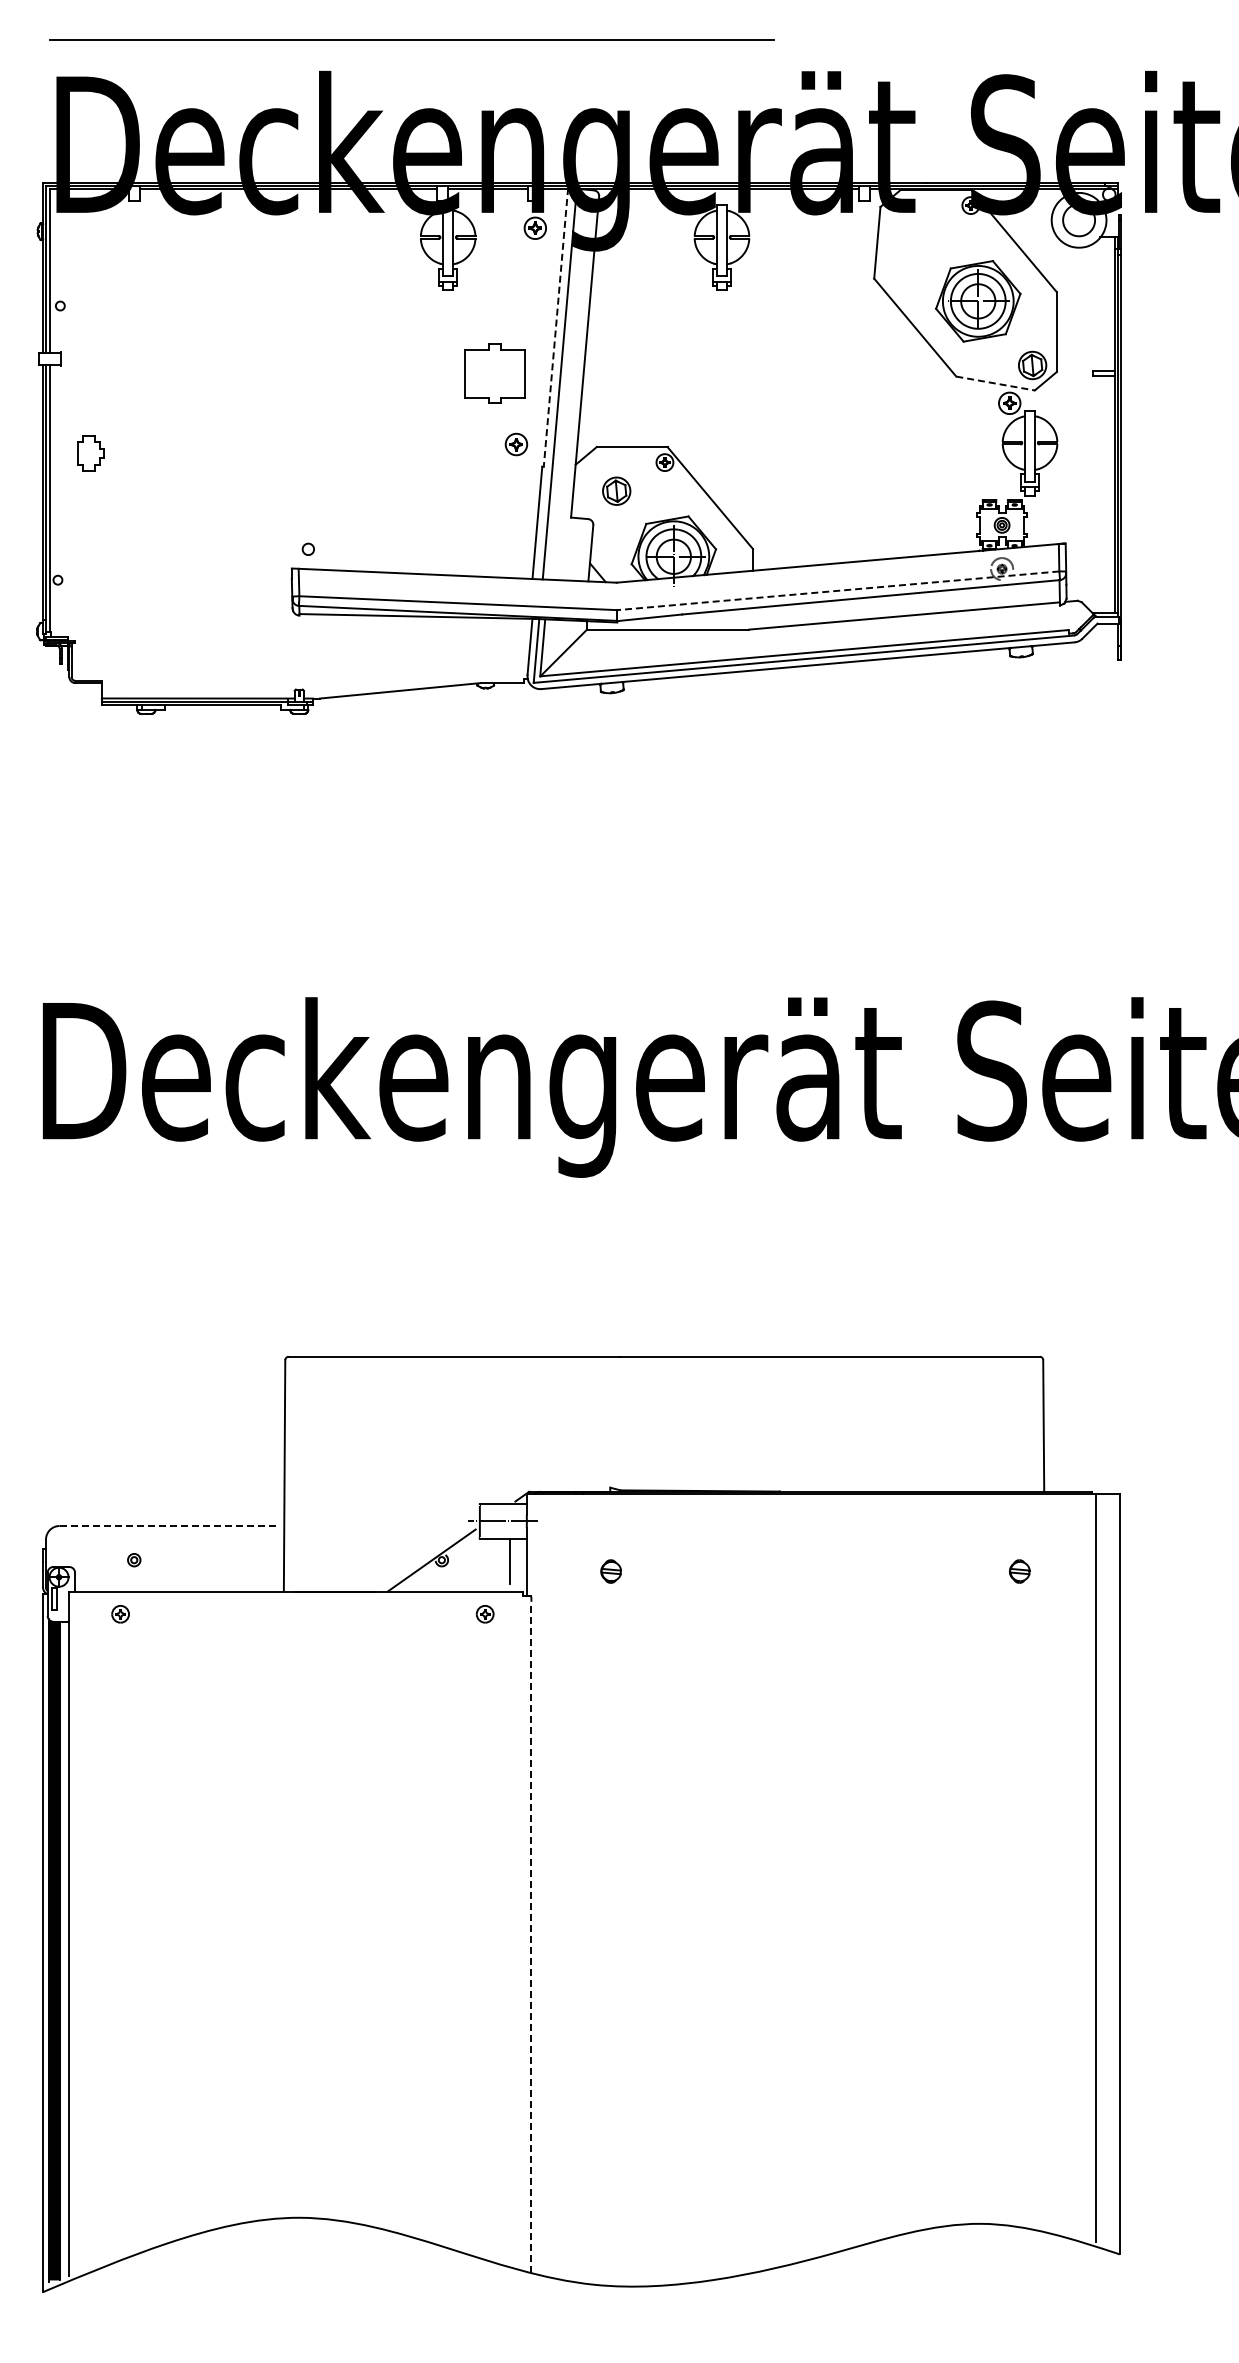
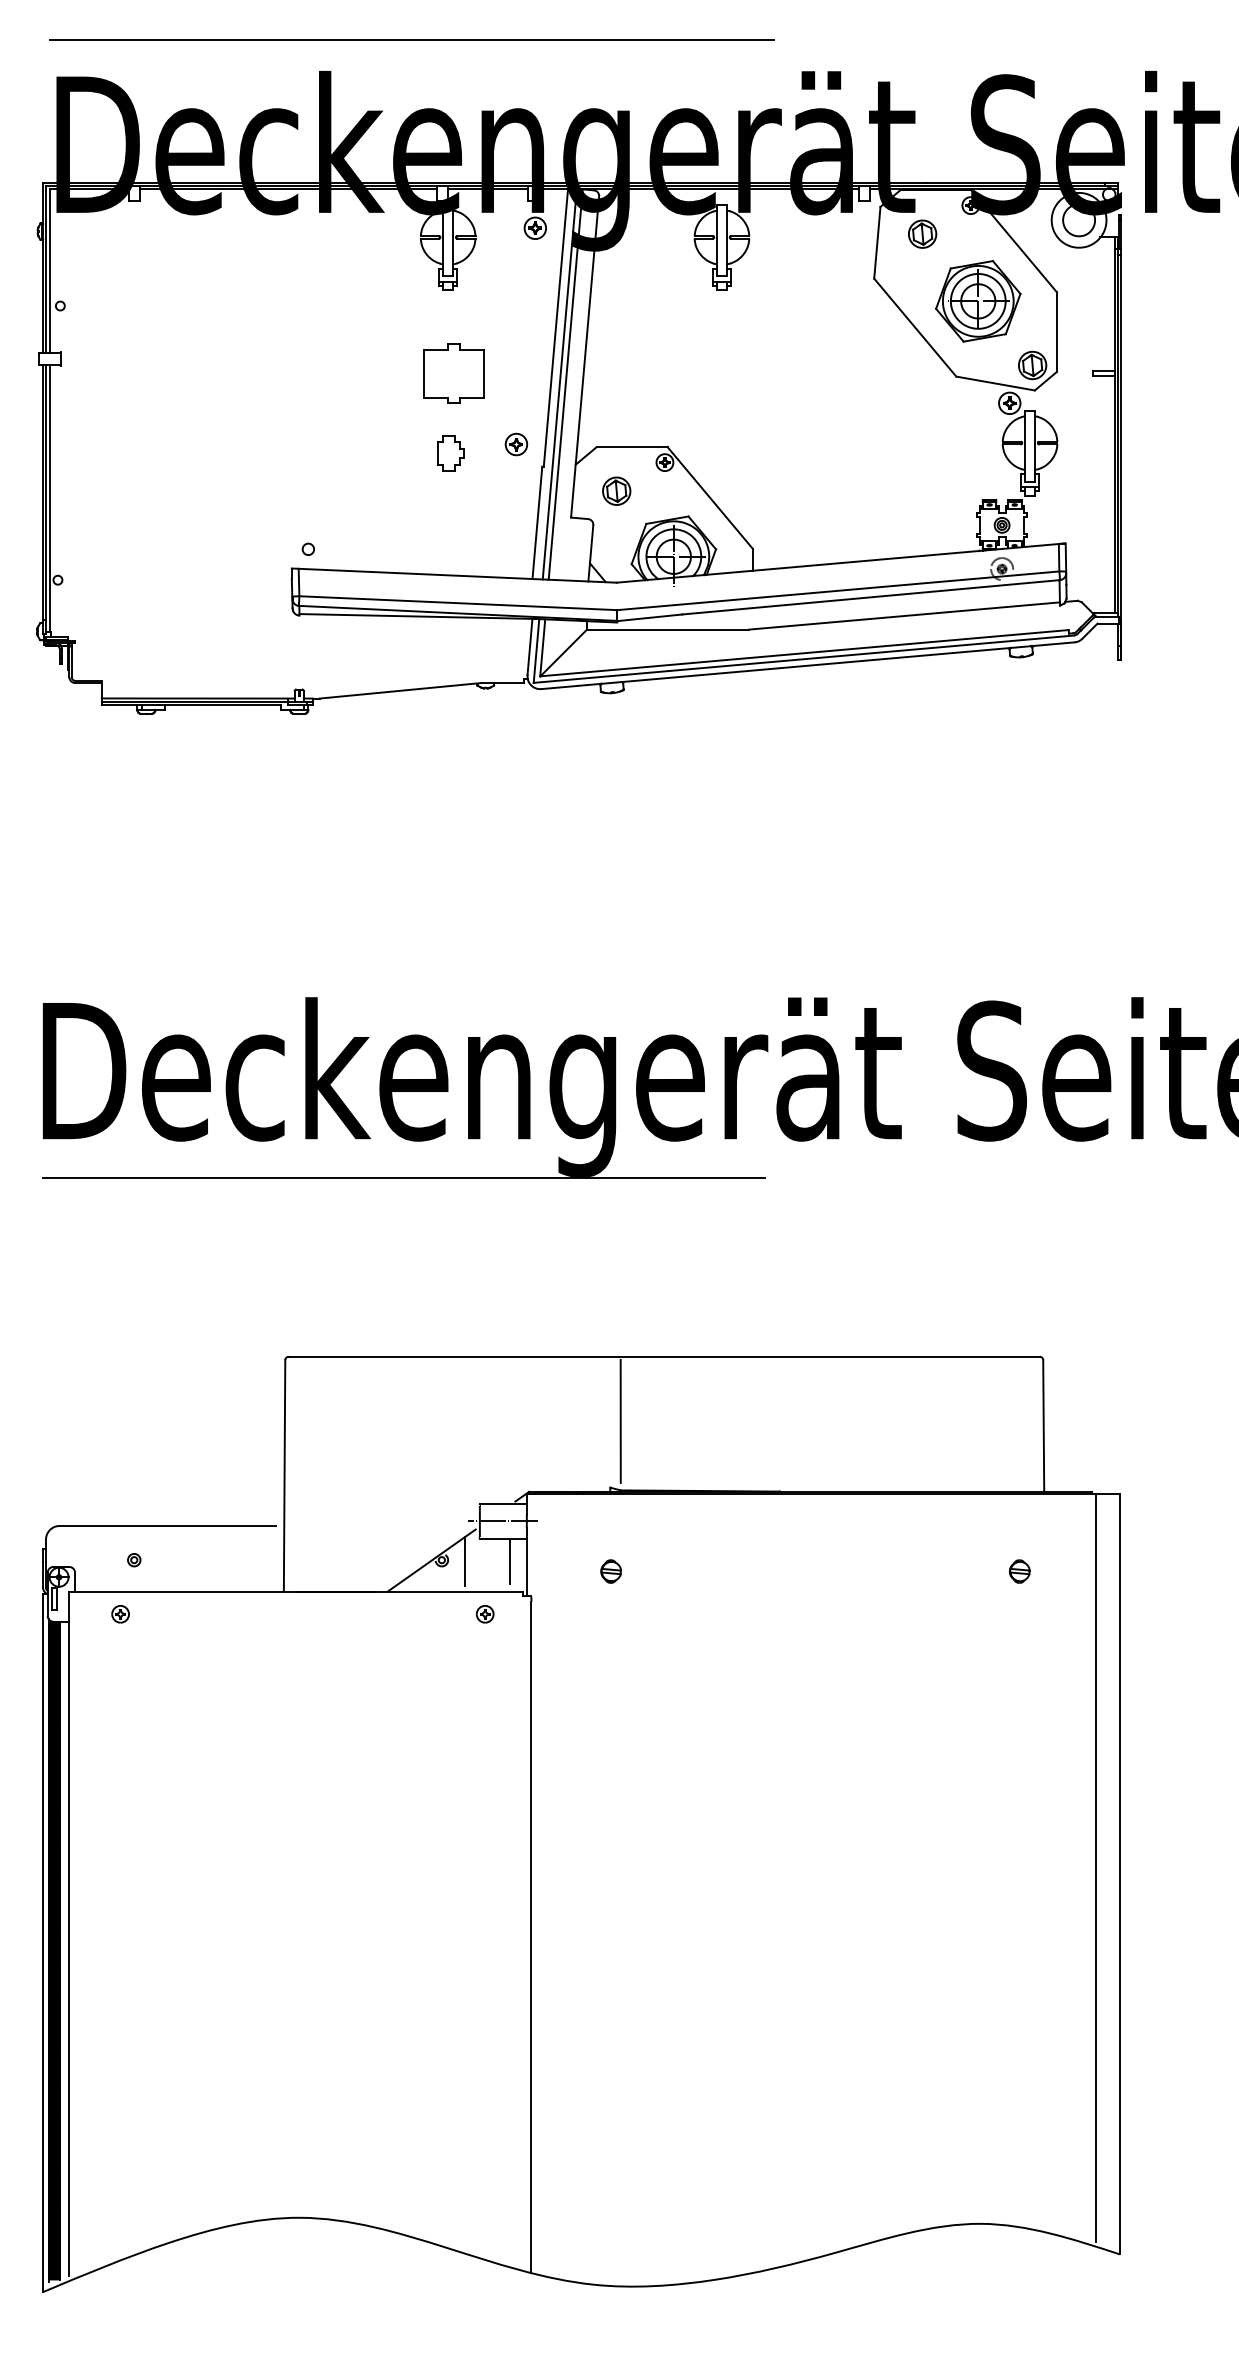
part at (922, 233): none -> present
line at (555, 327): dashed -> solid
part at (494, 373) position: (494, 373) -> (453, 373)
line at (995, 383): dashed -> solid
line at (565, 384): none -> present
part at (90, 453) position: (90, 453) -> (450, 453)
line at (838, 590): dashed -> solid
line at (404, 1177): none -> present
line at (620, 1420): none -> present
line at (168, 1525): dashed -> solid
line at (464, 1561): none -> present
line at (531, 1937): dashed -> solid
